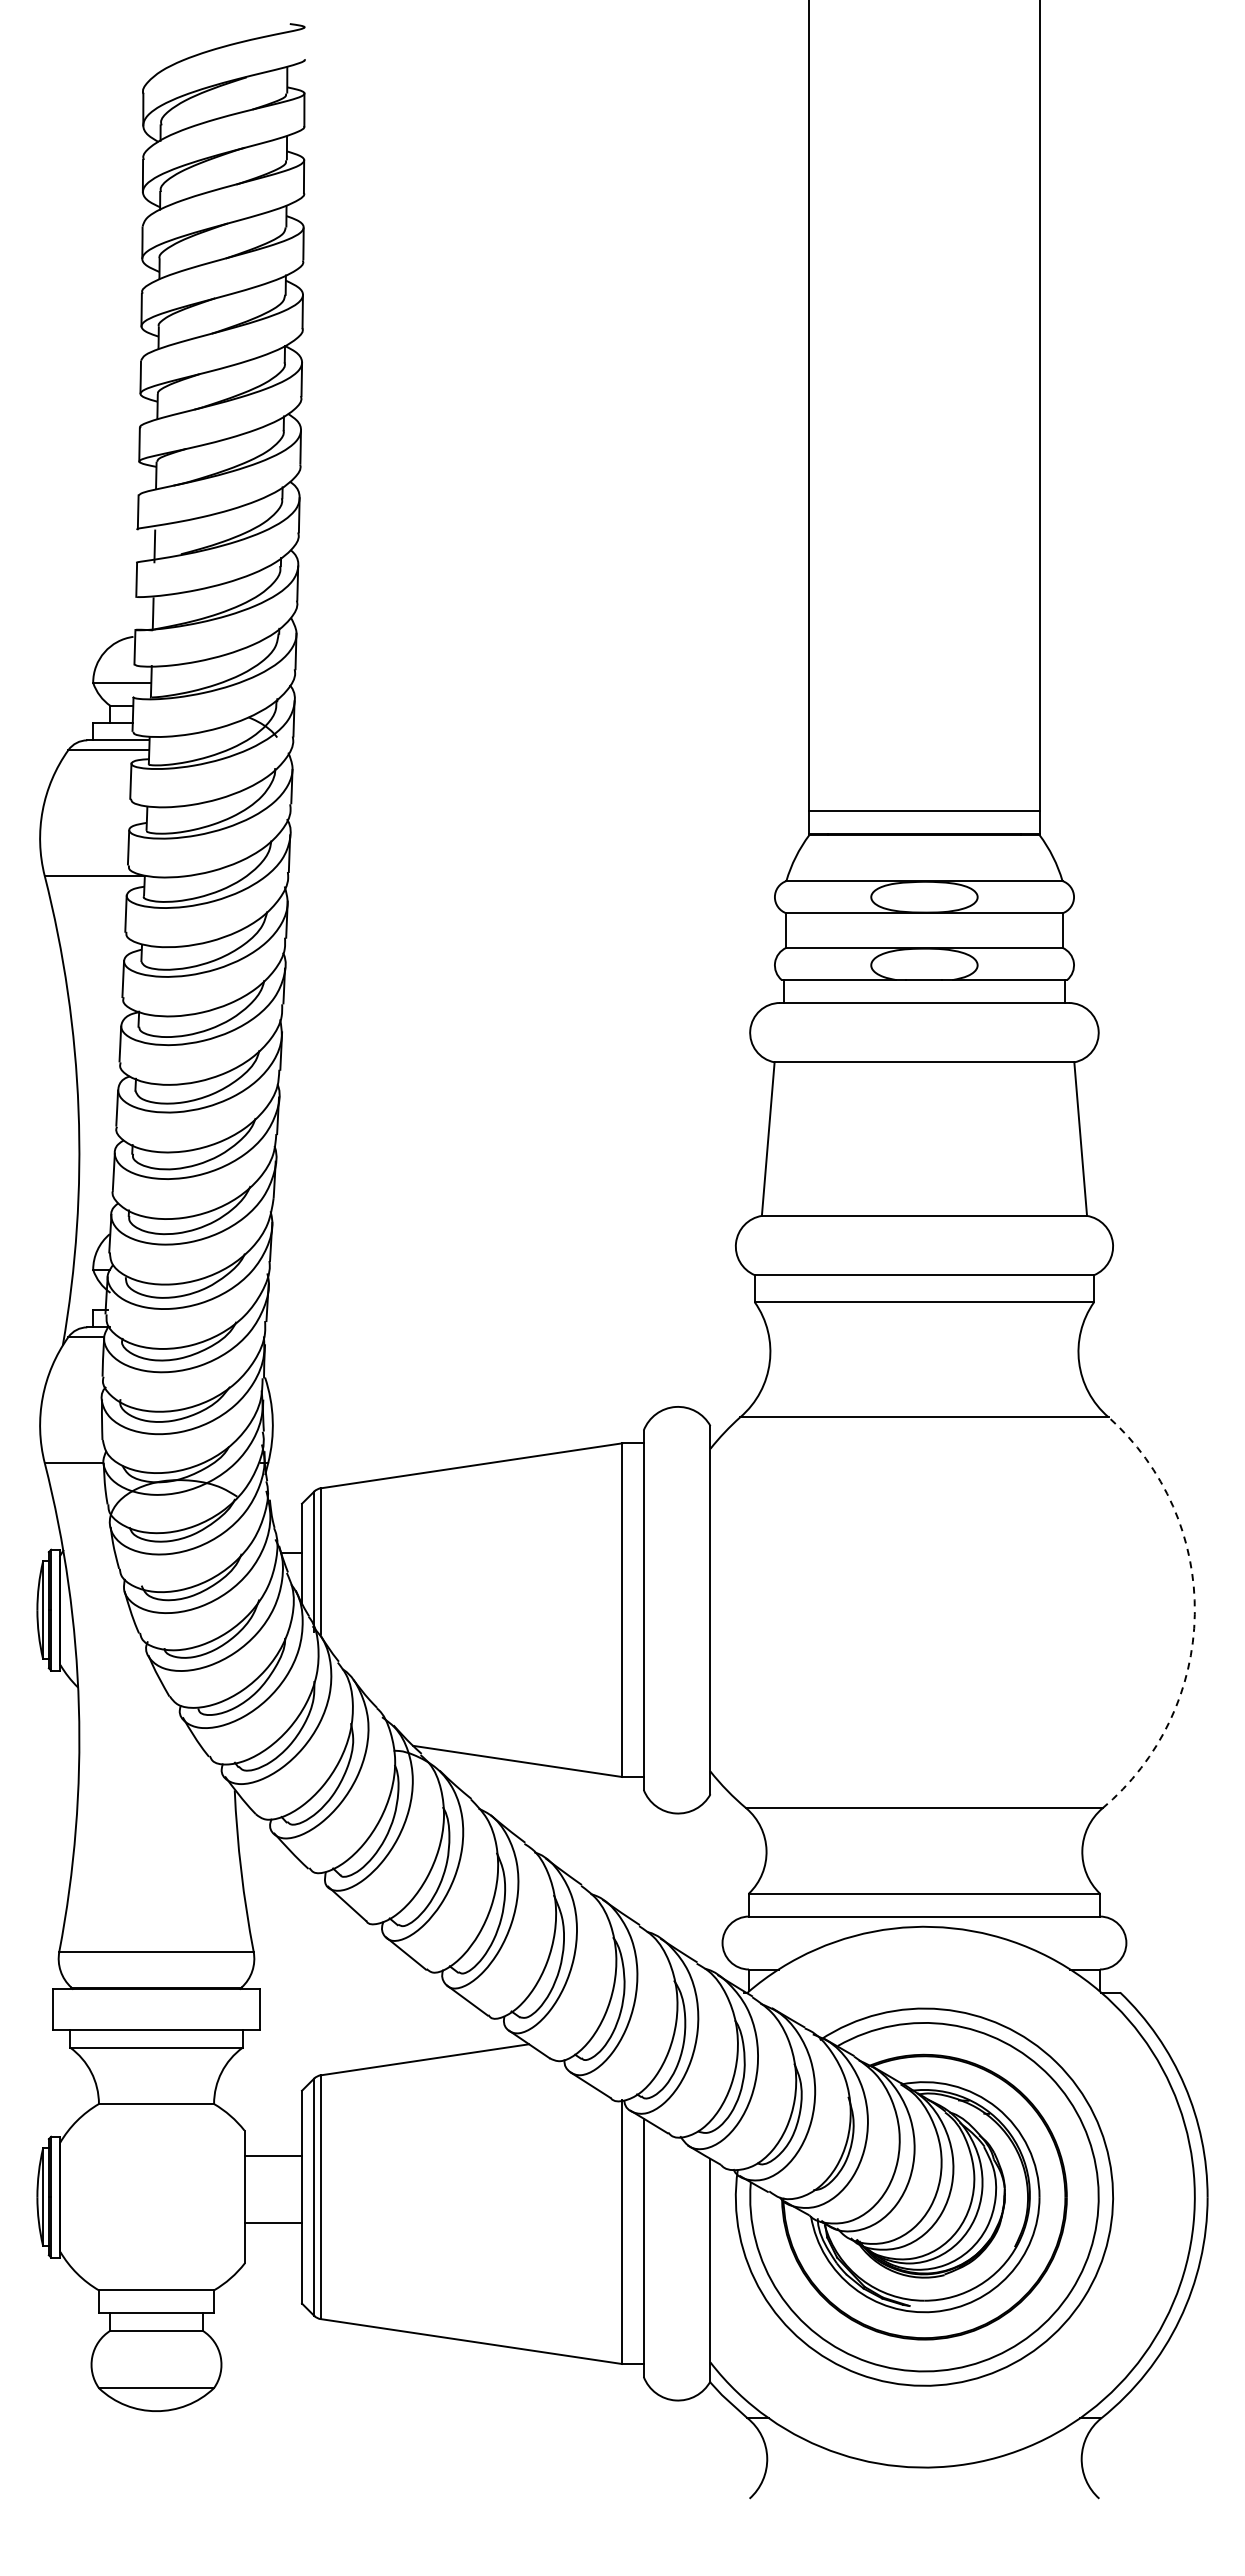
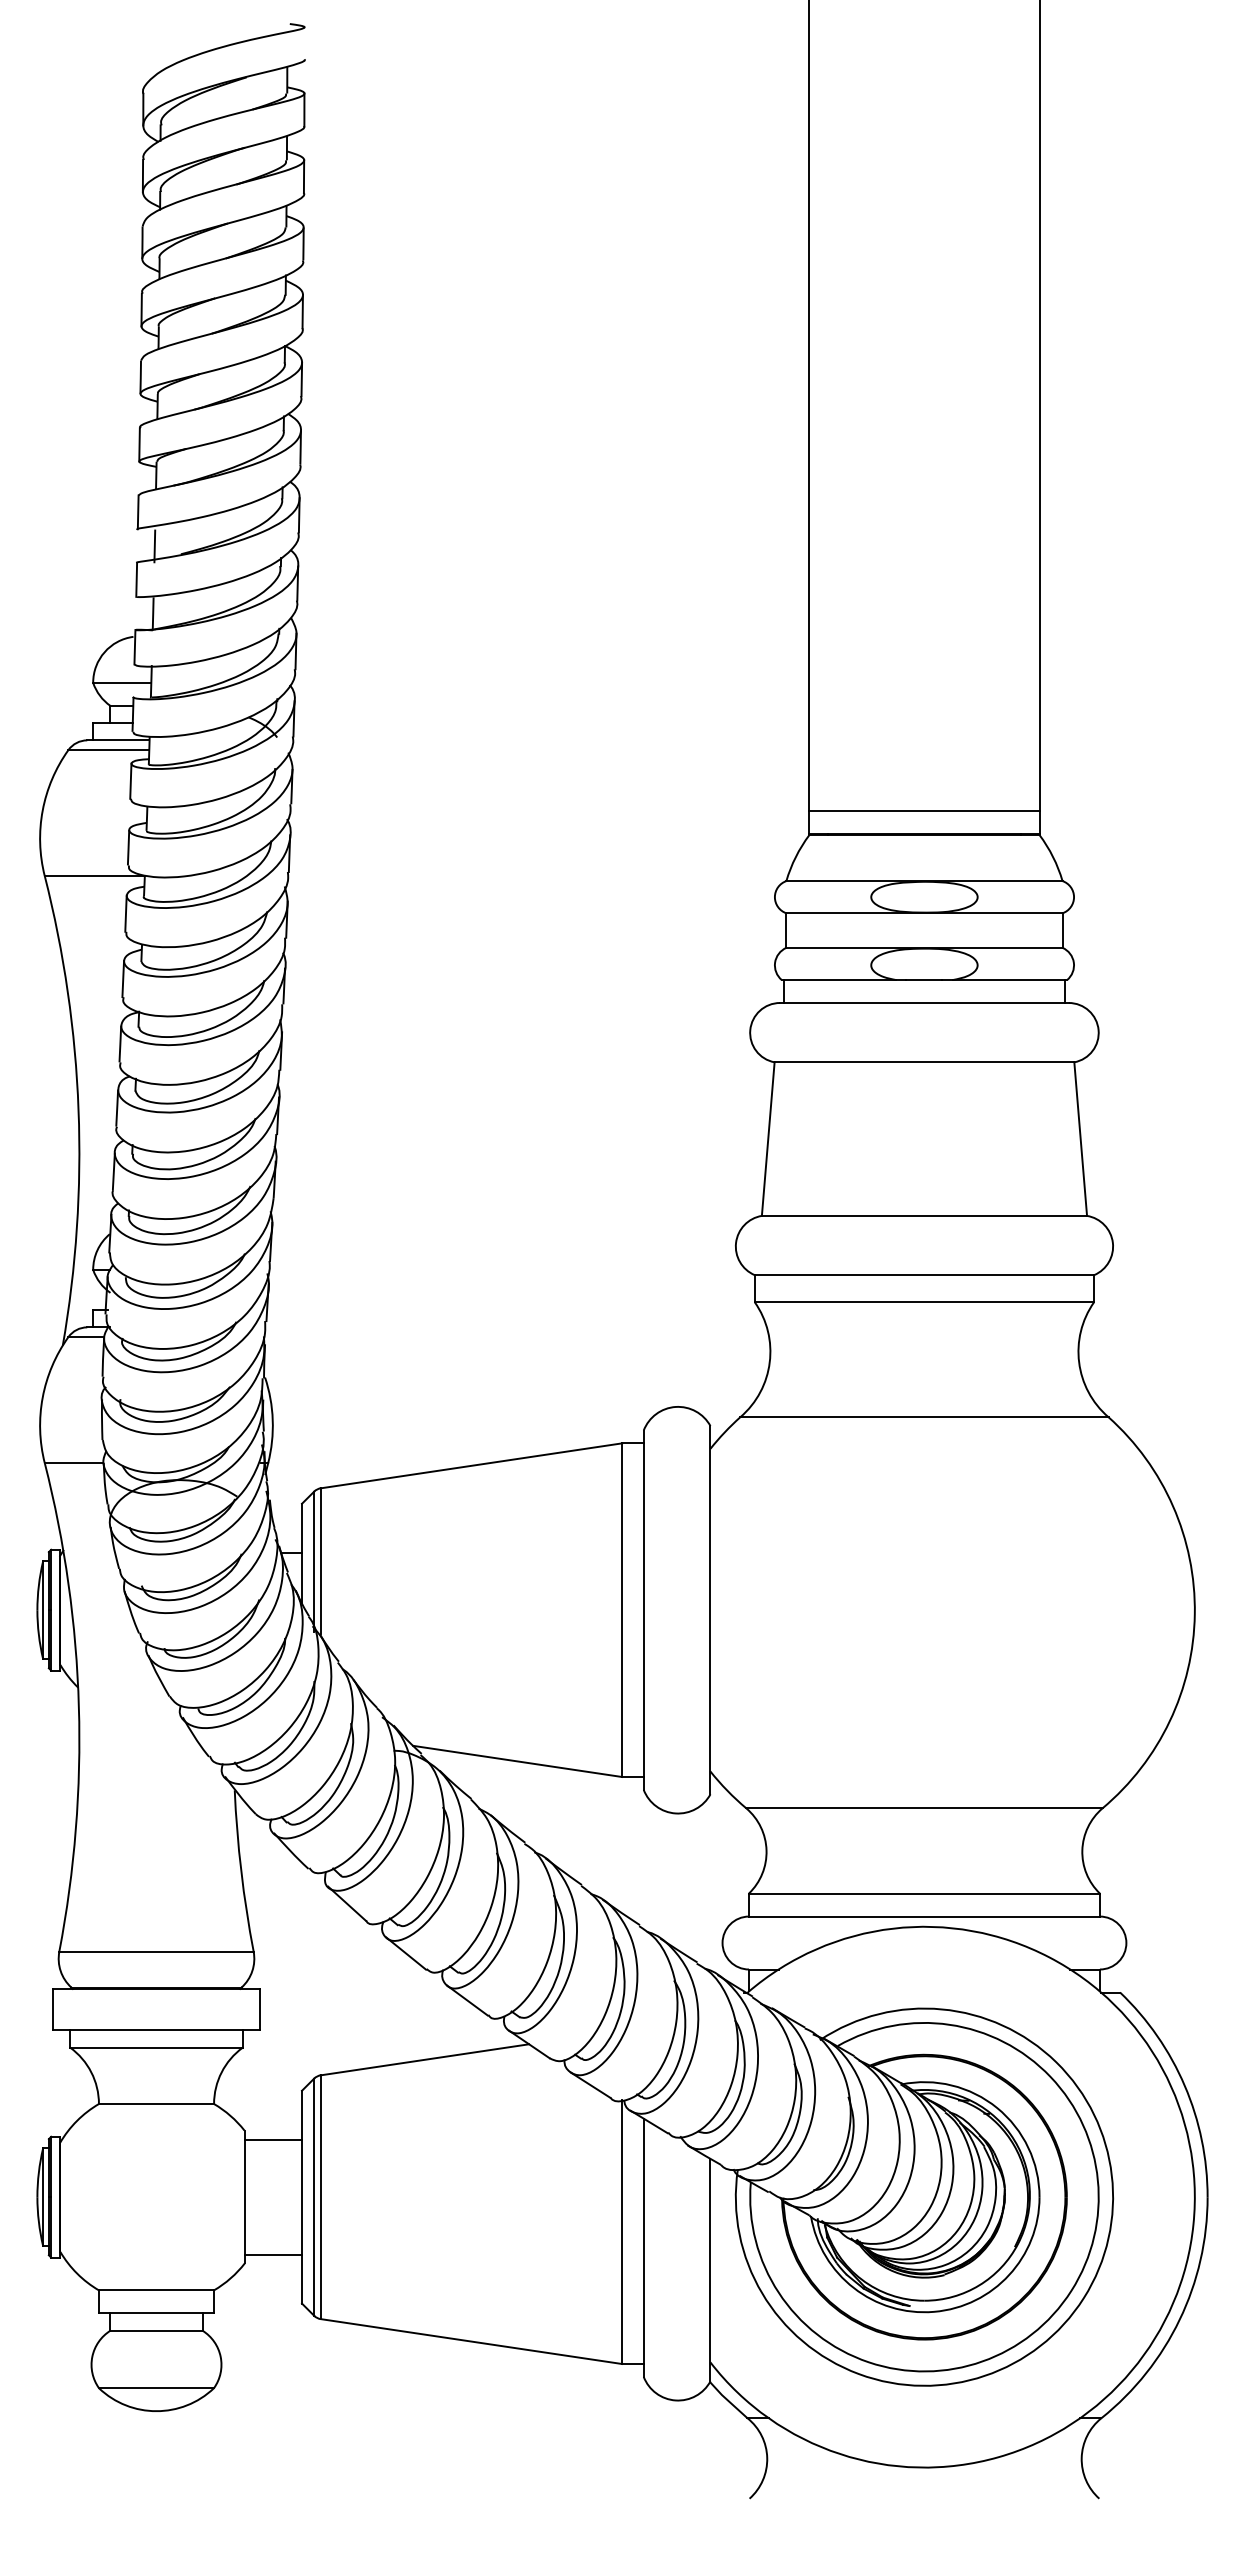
arc at (1194, 1614): dashed -> solid
line at (273, 2155) position: (273, 2155) -> (273, 2139)
line at (273, 2222) position: (273, 2222) -> (273, 2254)
